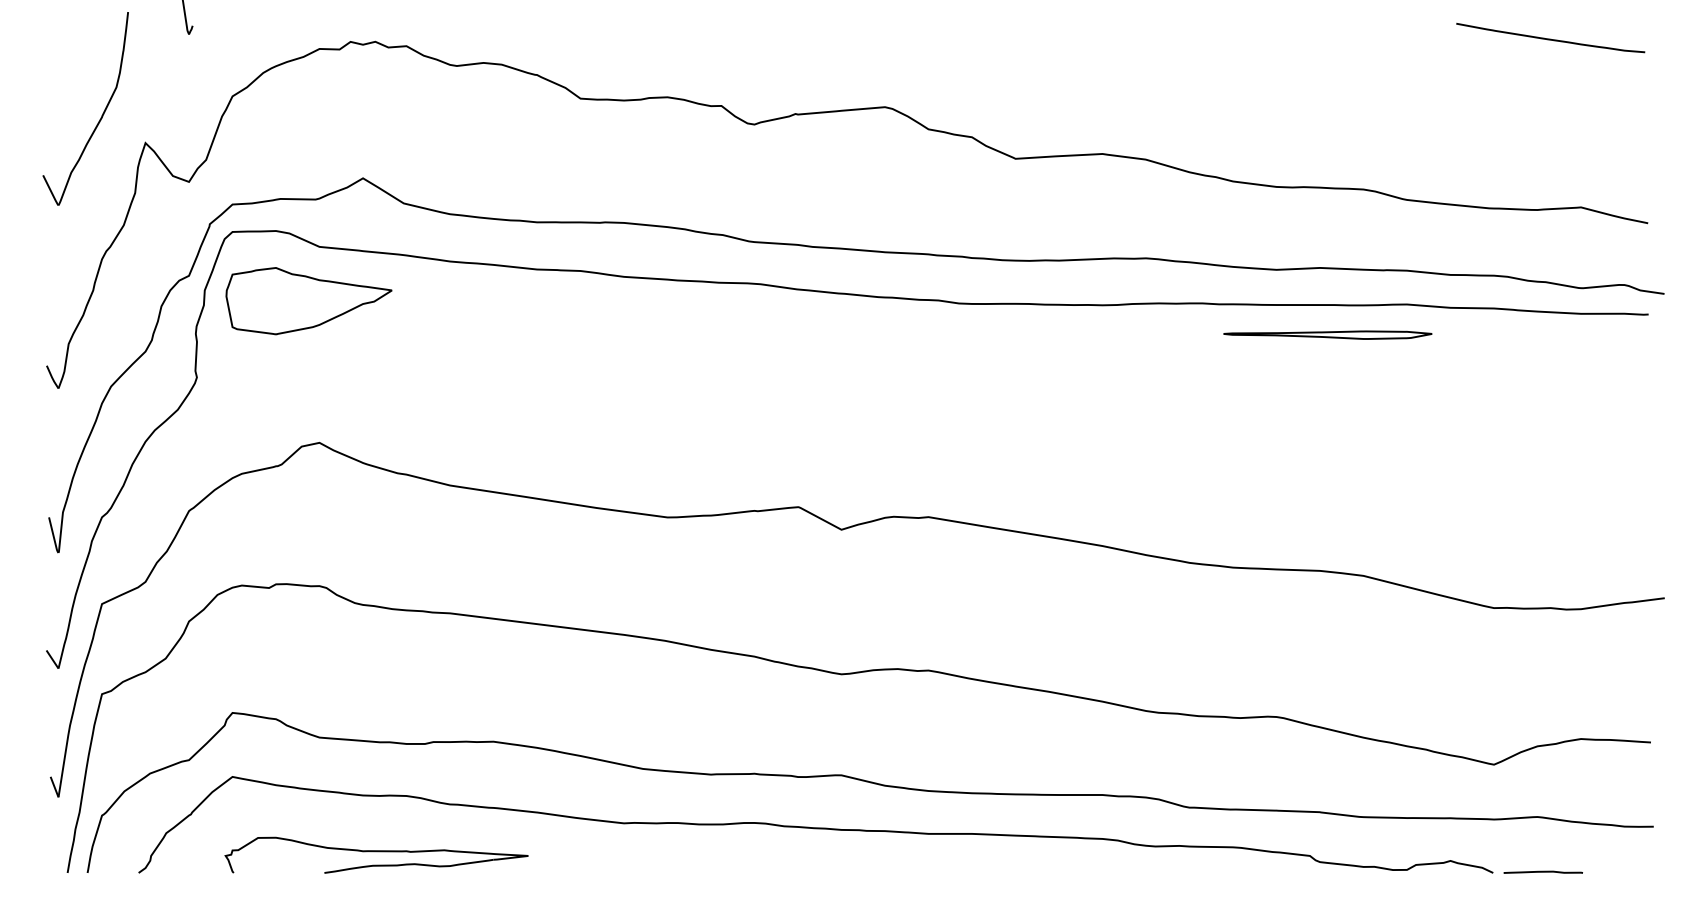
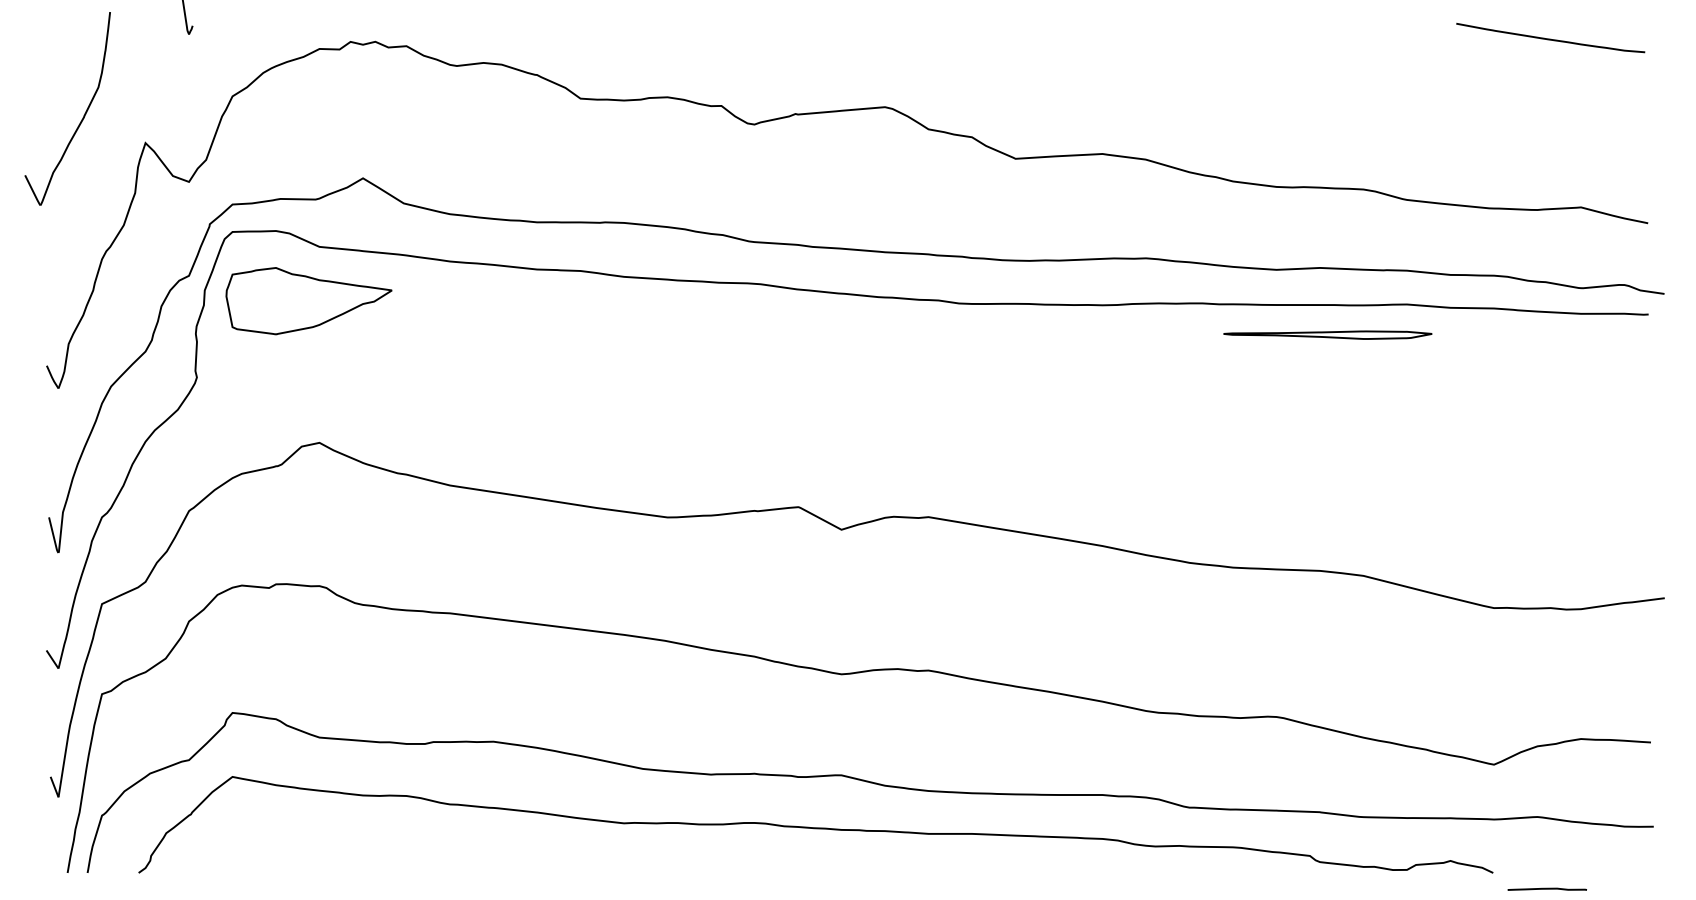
part at (101, 115) position: (101, 115) -> (83, 115)
part at (376, 854): present -> none
line at (1542, 871) position: (1542, 871) -> (1546, 888)
